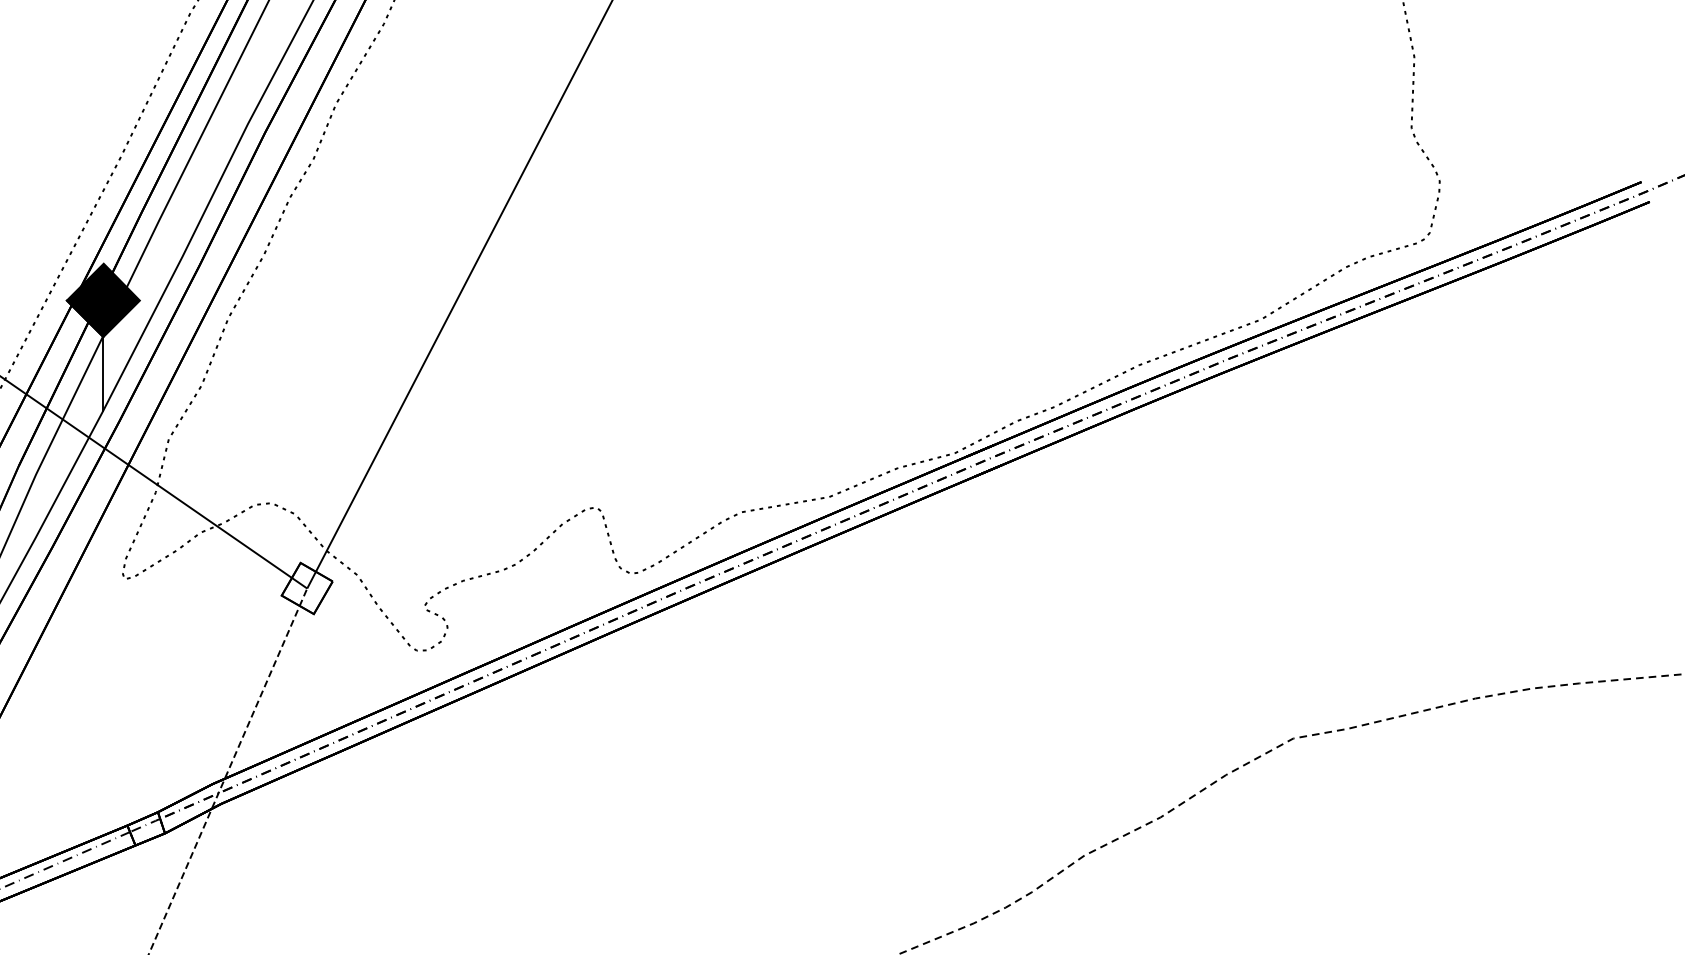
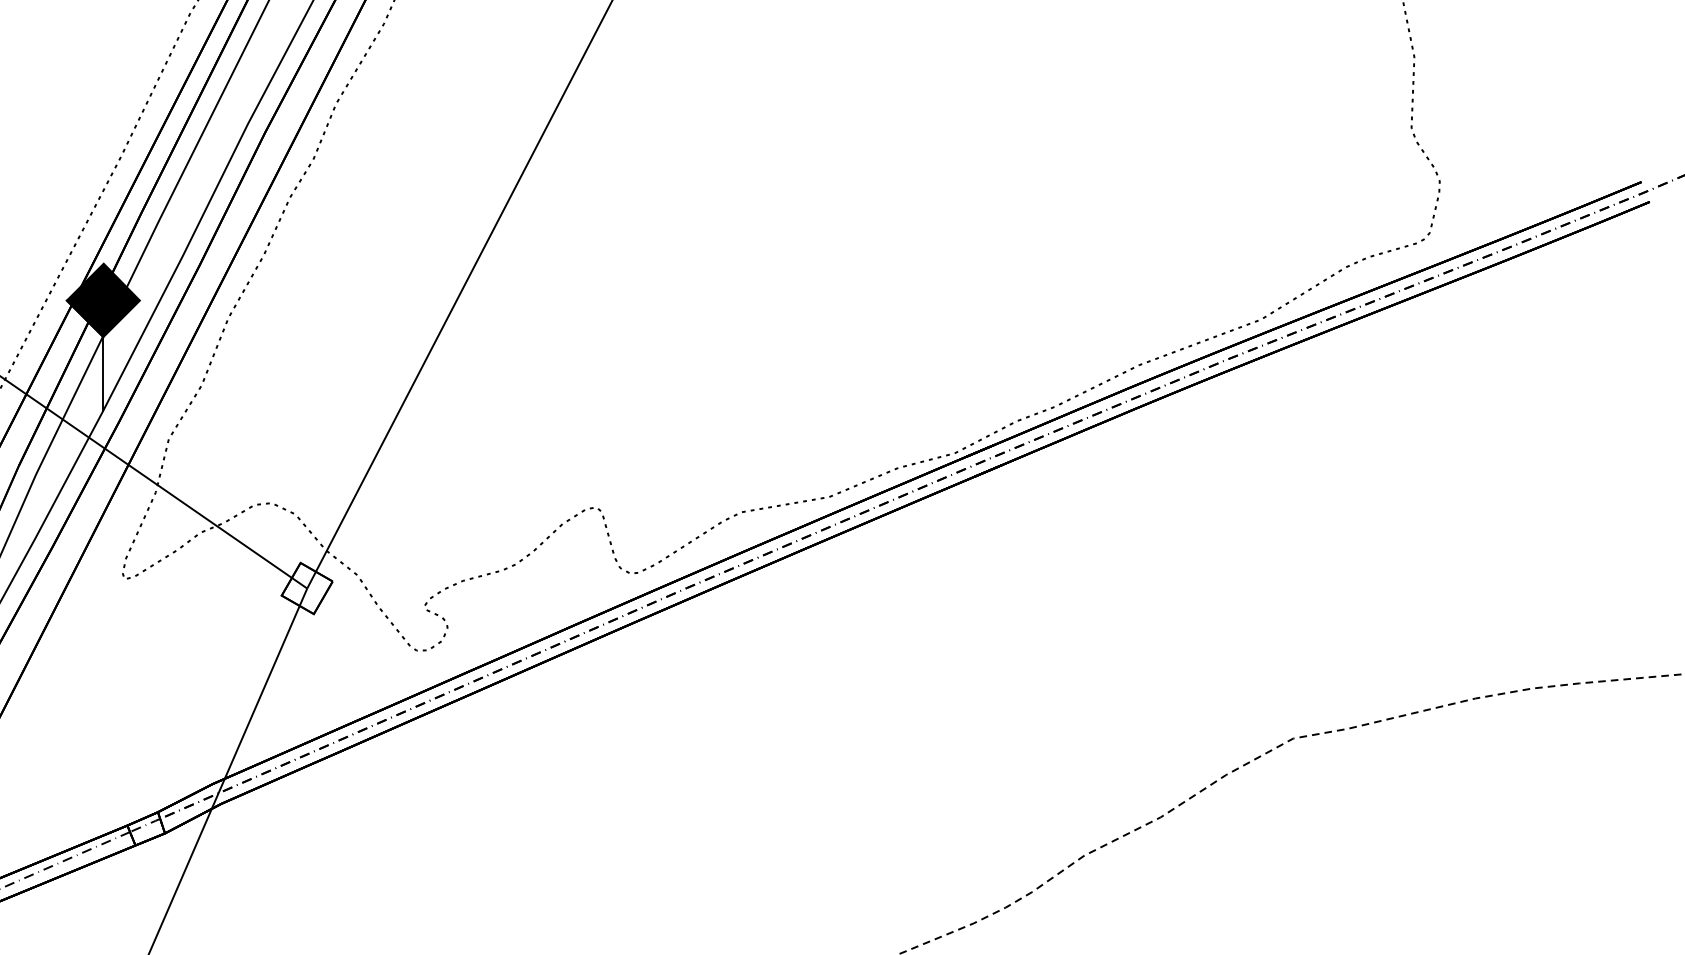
line at (228, 771): dashed -> solid
